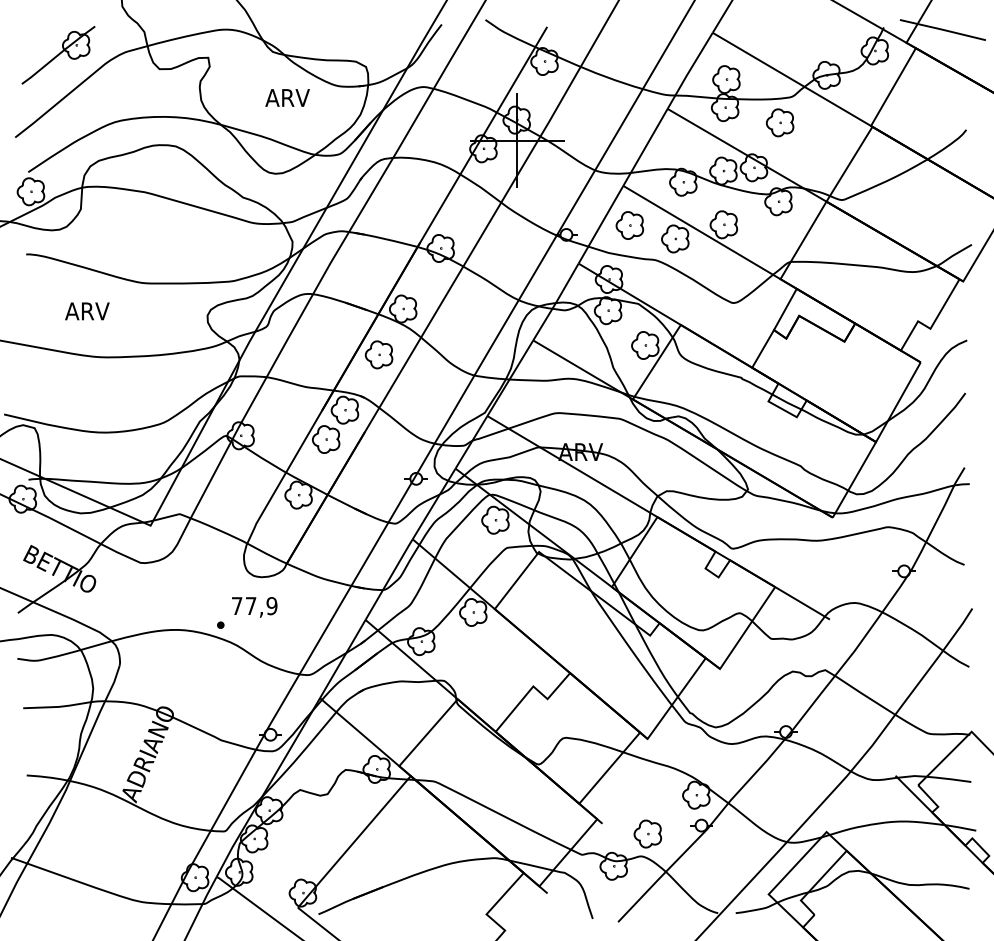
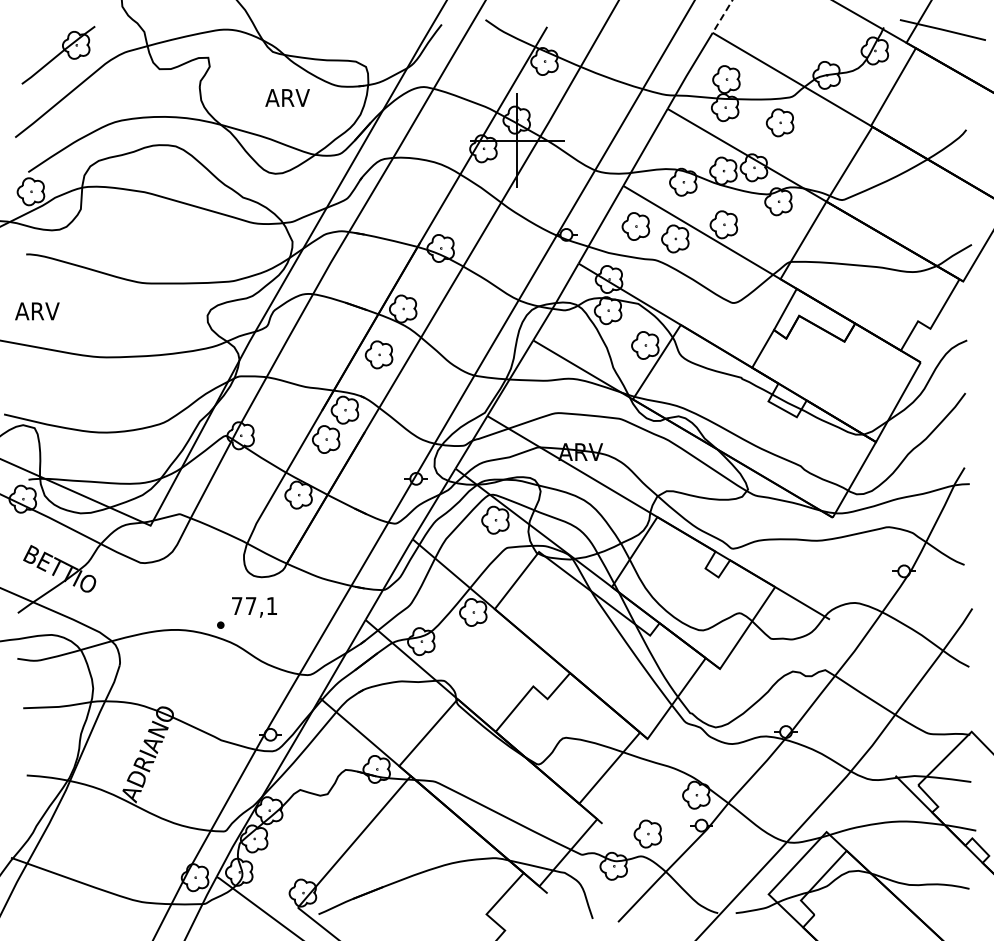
line at (722, 16): solid -> dashed
part at (629, 225) position: (629, 225) -> (635, 226)
text at (87, 311) position: (87, 311) -> (37, 311)
text at (271, 606): 77,9 -> 77,1
